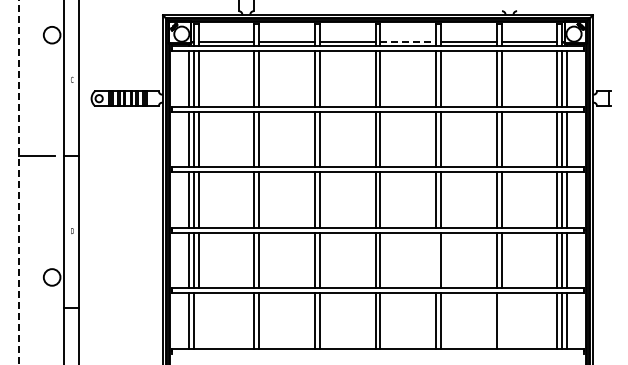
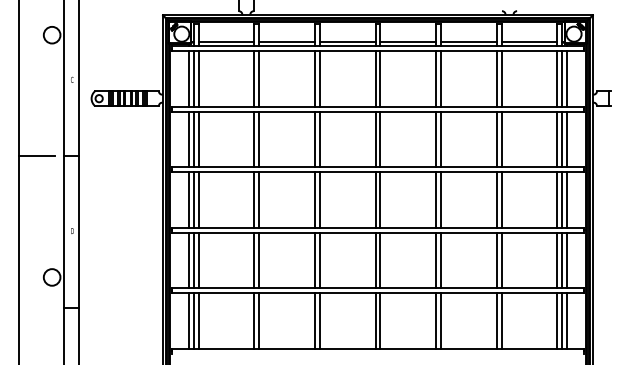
line at (408, 41): dashed -> solid
line at (18, 182): dashed -> solid
line at (436, 260): none -> present
line at (198, 320): none -> present
line at (501, 320): none -> present
